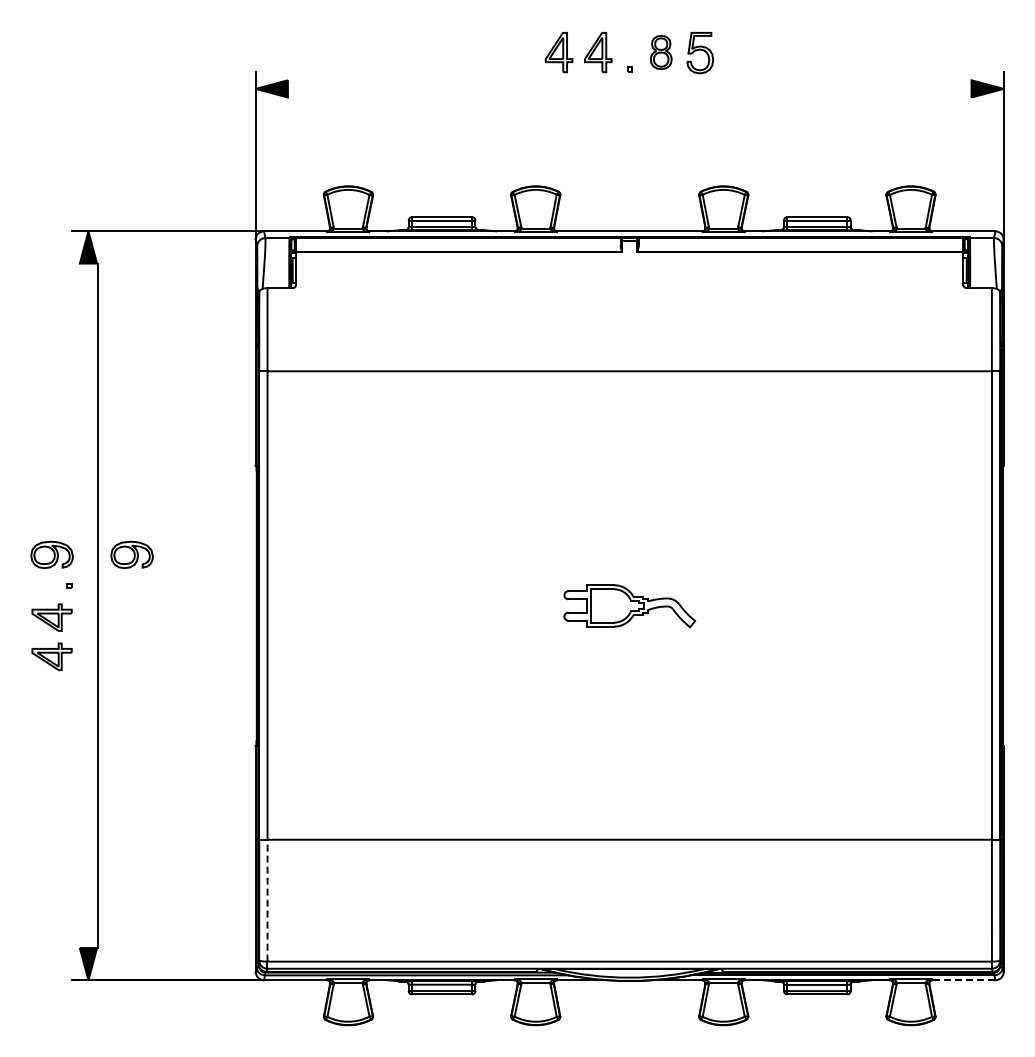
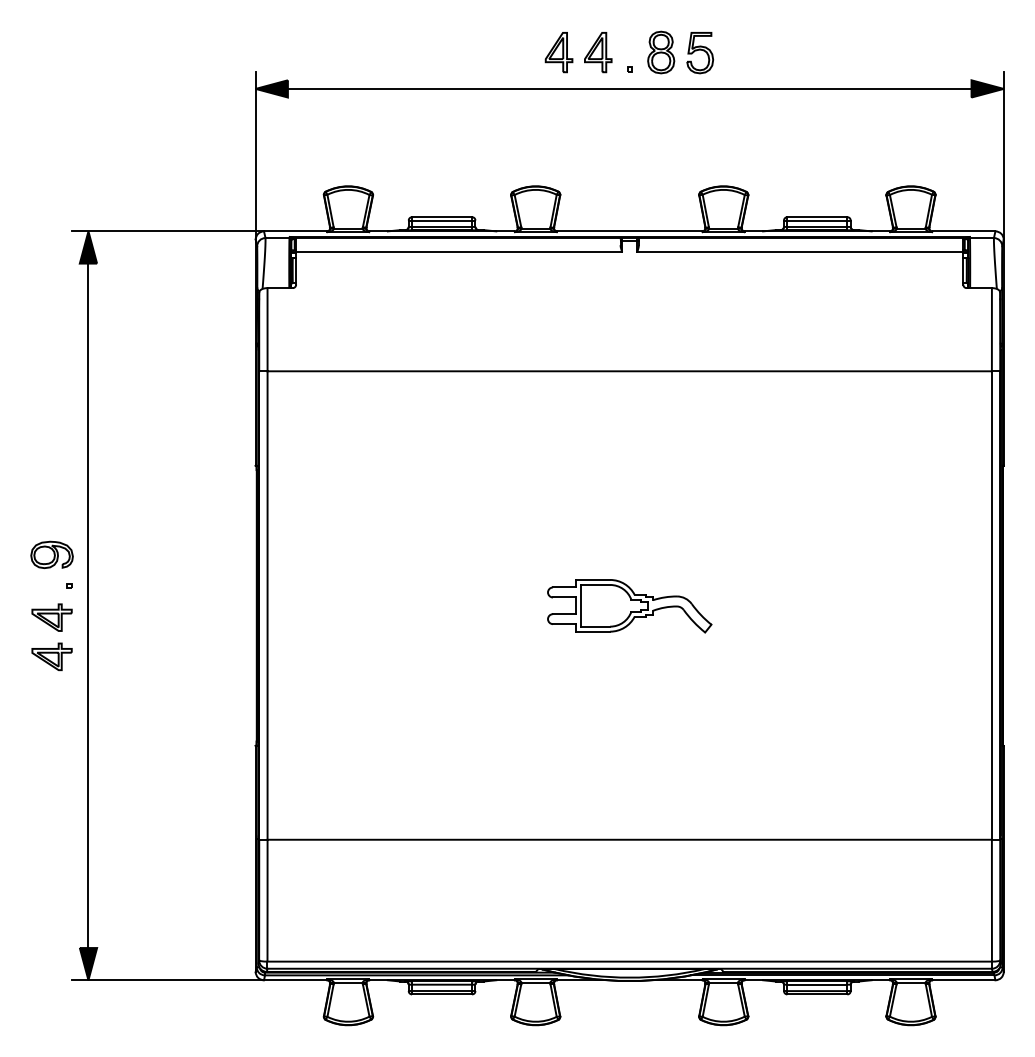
part at (660, 52) size: 24x36 px -> 29x45 px
line at (629, 88): none -> present
part at (131, 554): present -> none
line at (98, 605) position: (98, 605) -> (88, 605)
part at (629, 606) size: 134x45 px -> 166x55 px
arc at (267, 900): dashed -> solid
line at (964, 980): dashed -> solid
